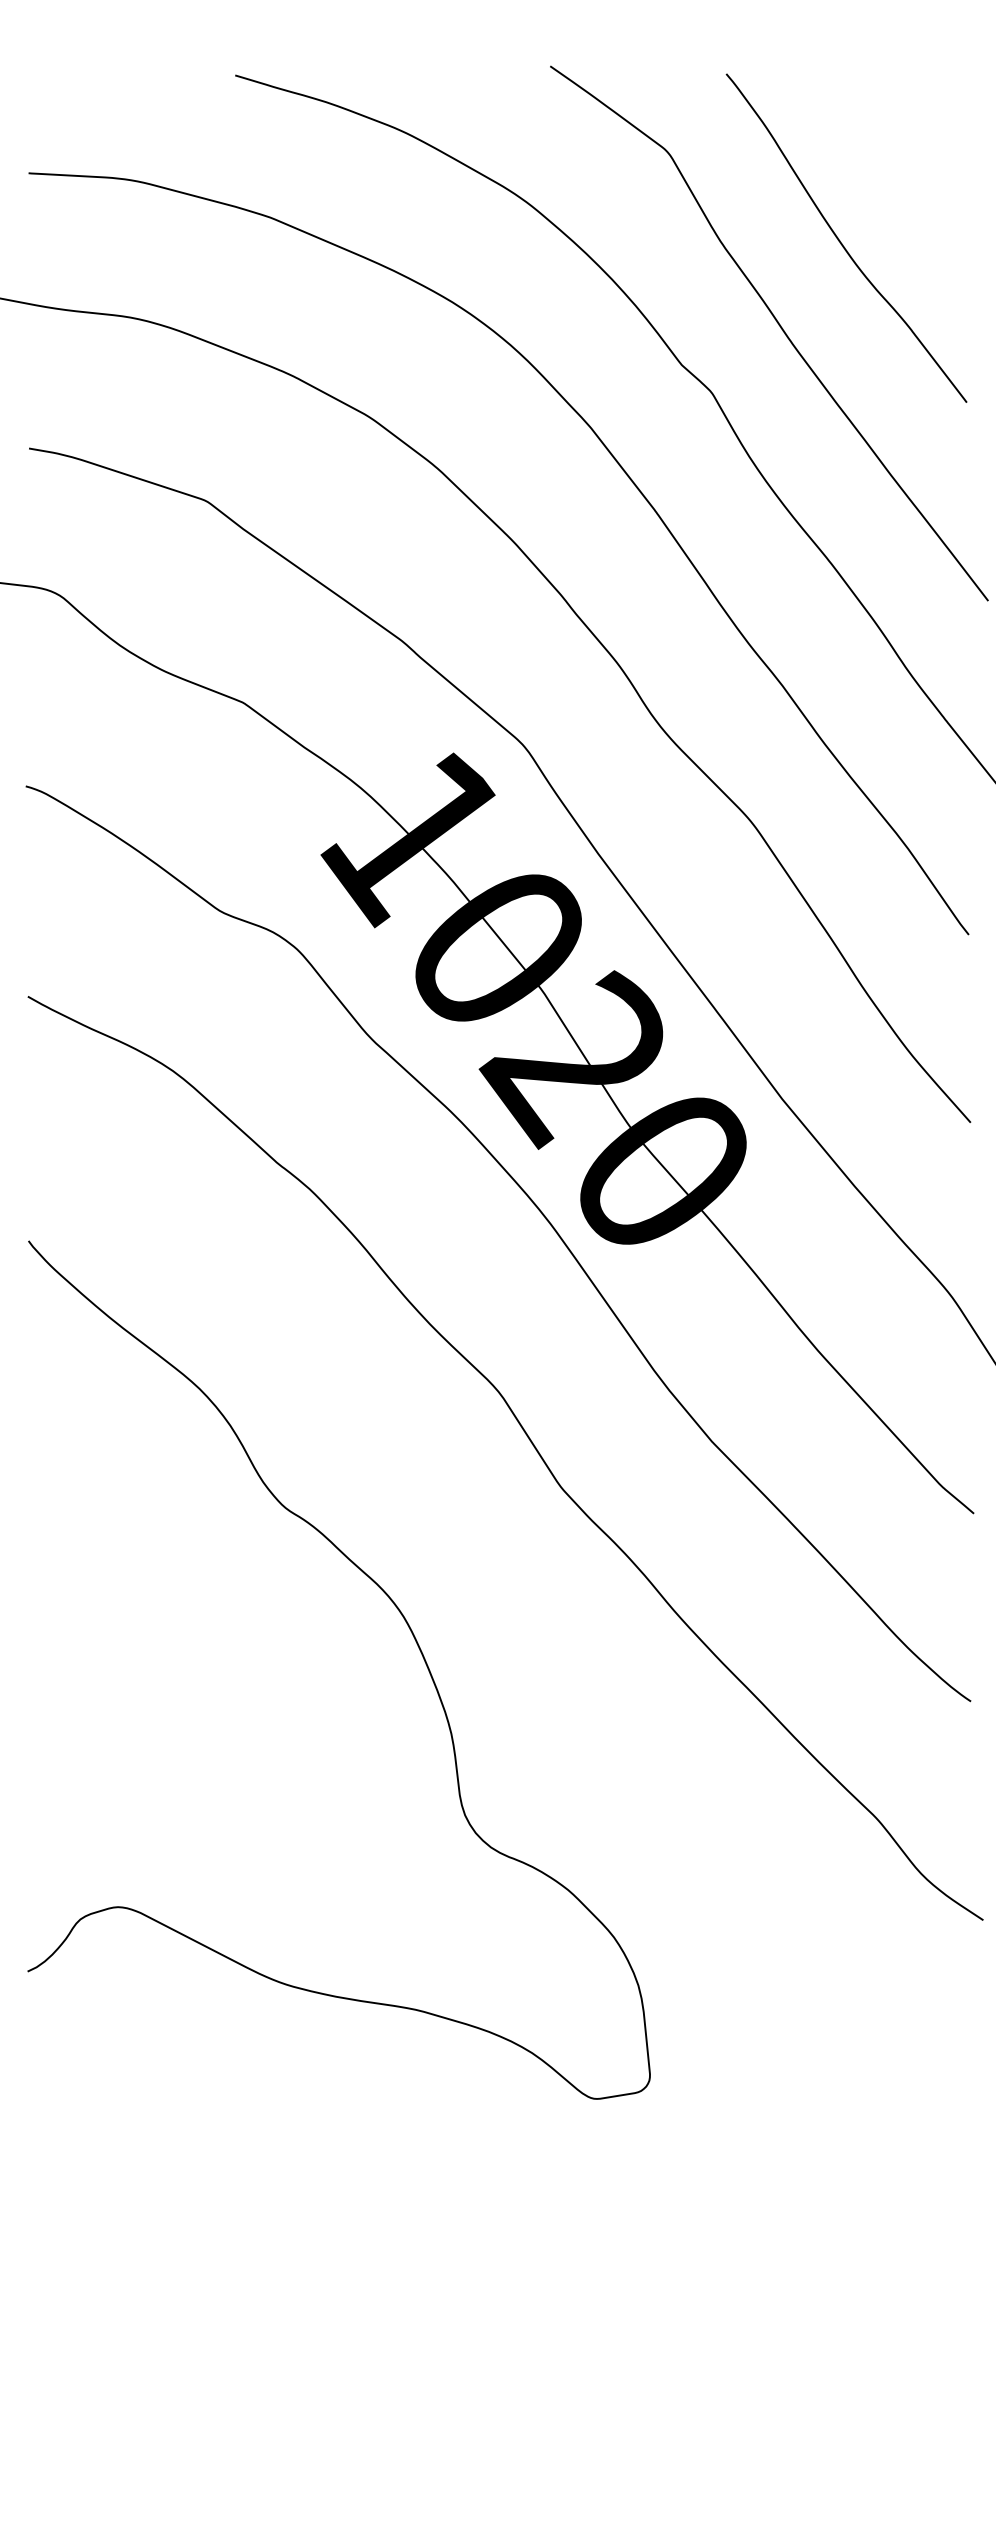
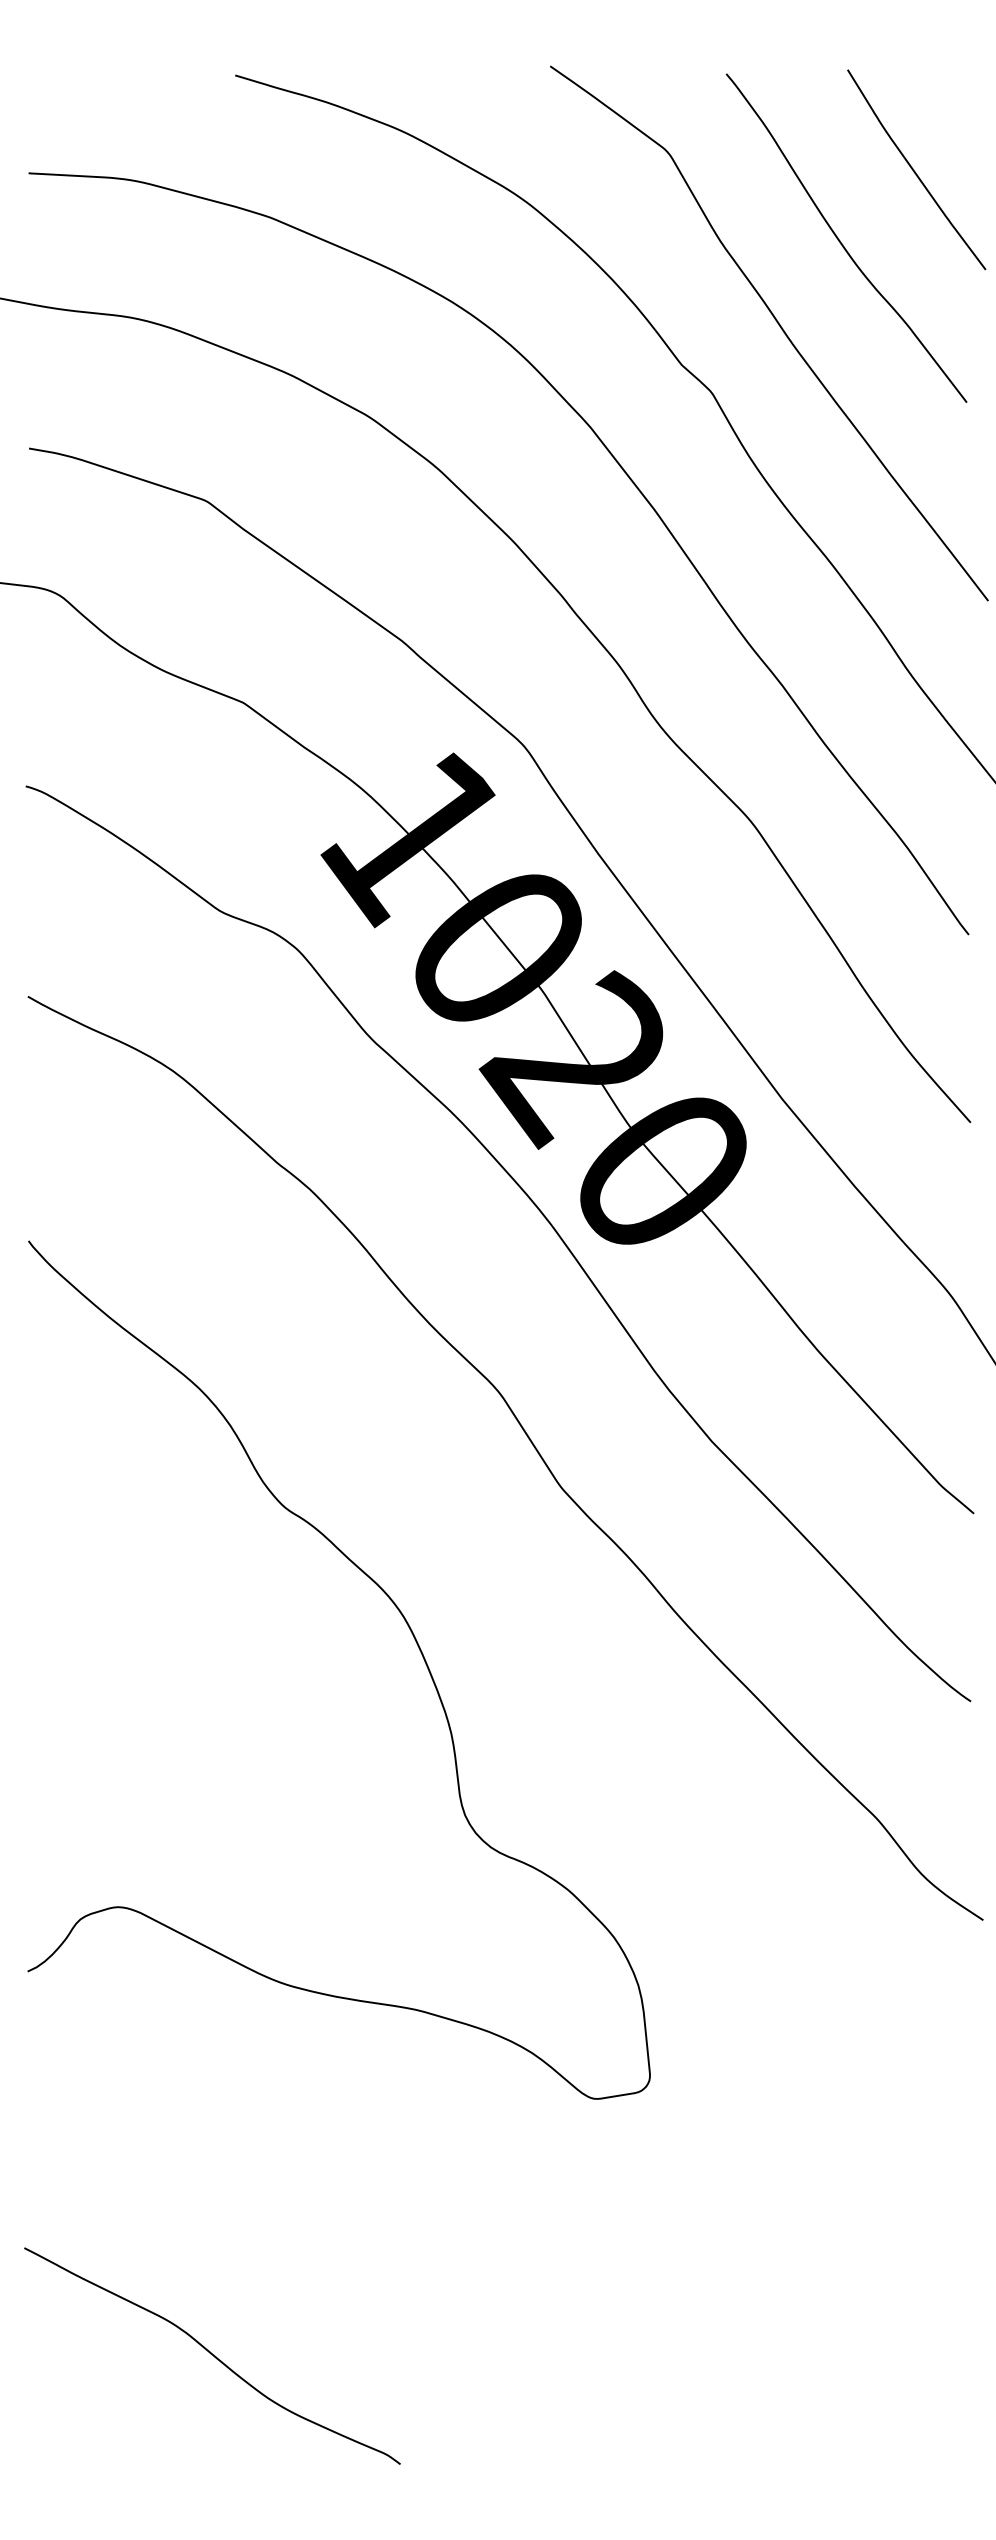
curve at (914, 170): none -> present
curve at (212, 2355): none -> present
